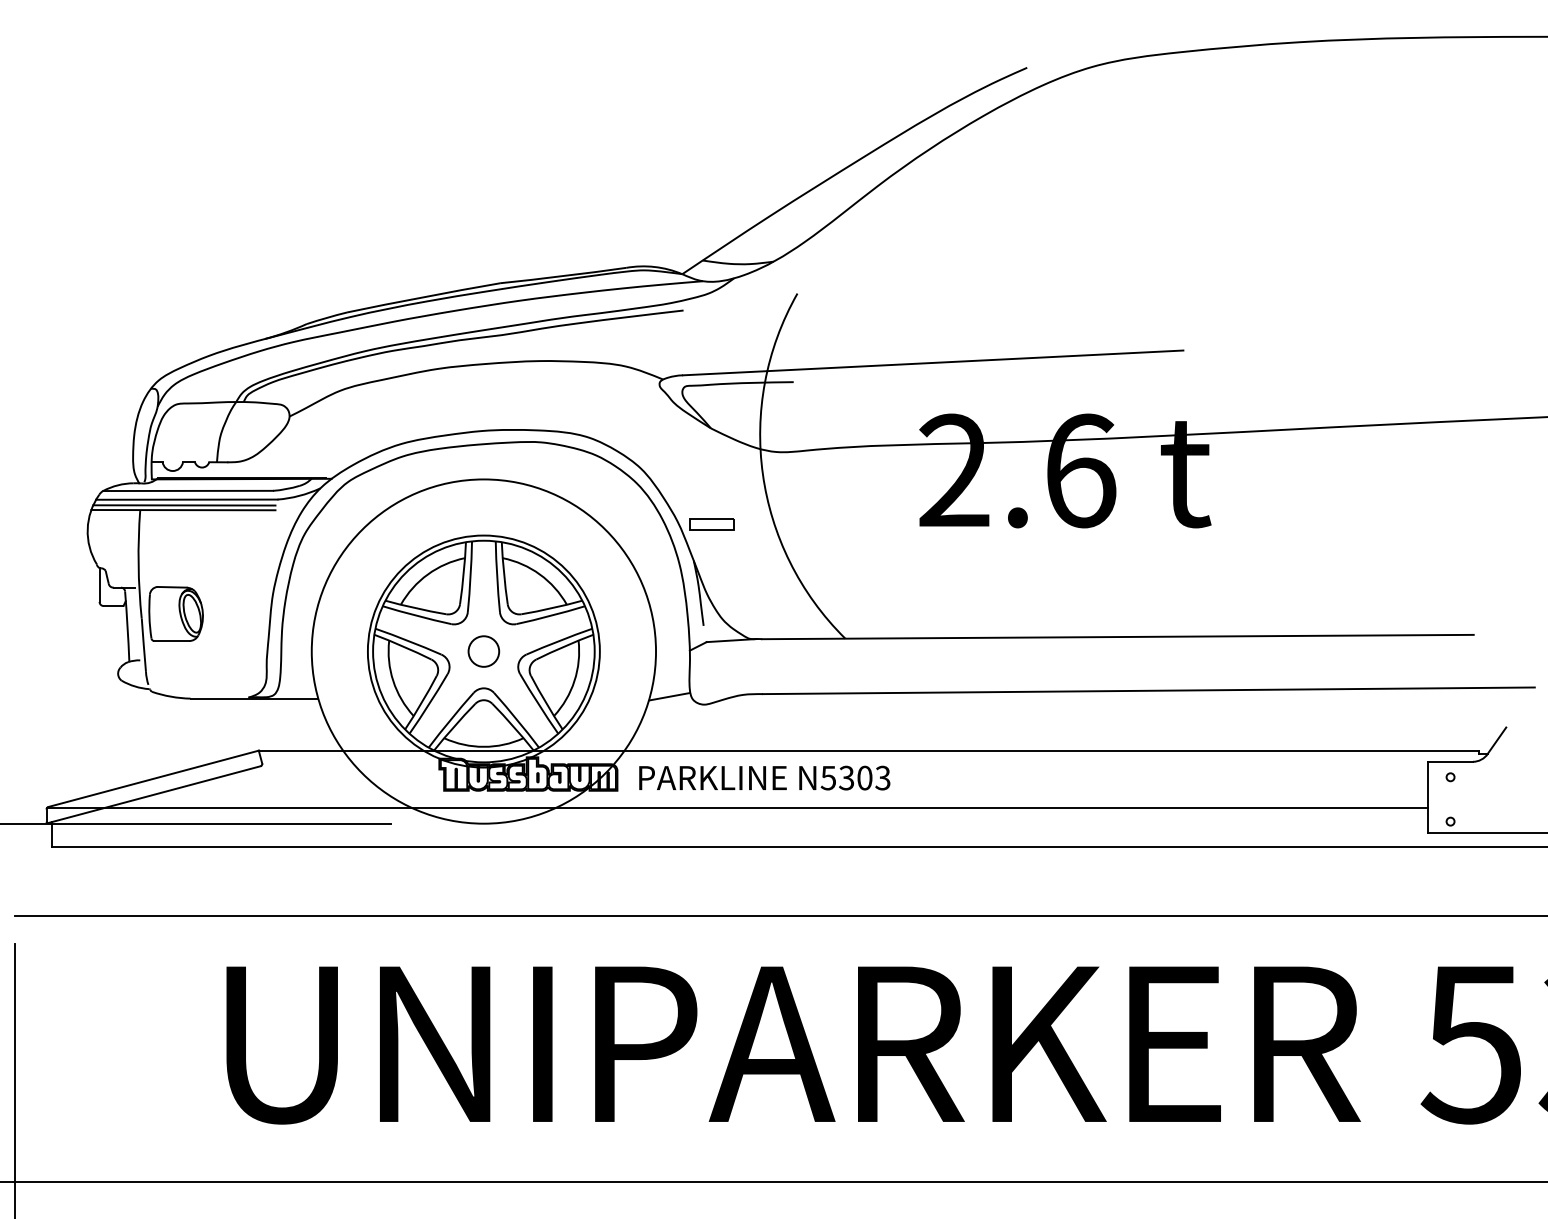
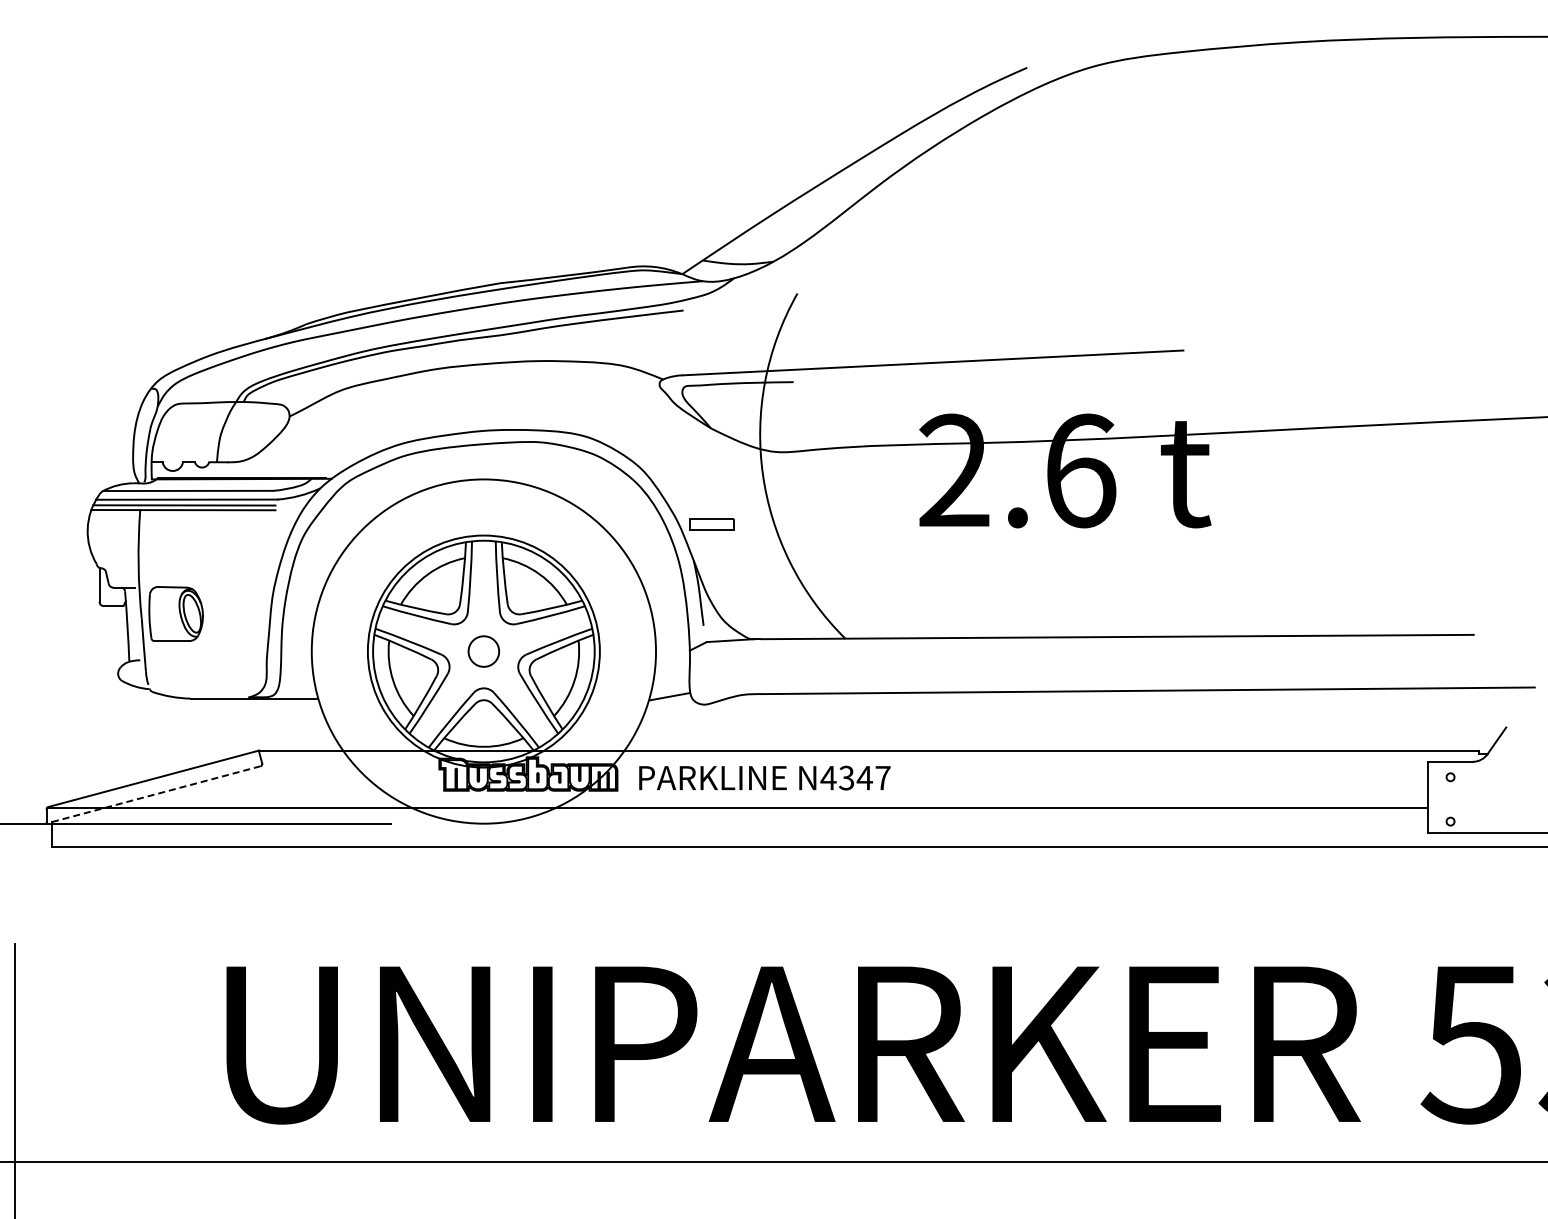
text at (855, 777): N5303 -> N4347
line at (154, 794): solid -> dashed
line at (779, 916): present -> none
line at (773, 1182) position: (773, 1182) -> (773, 1162)
